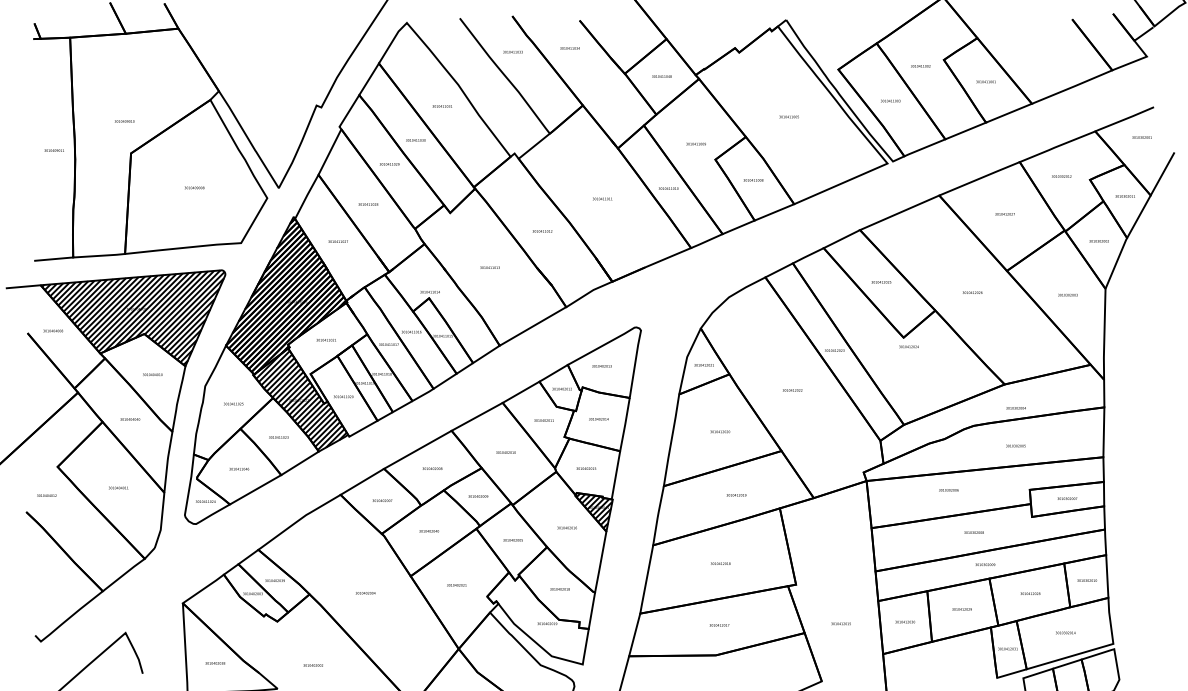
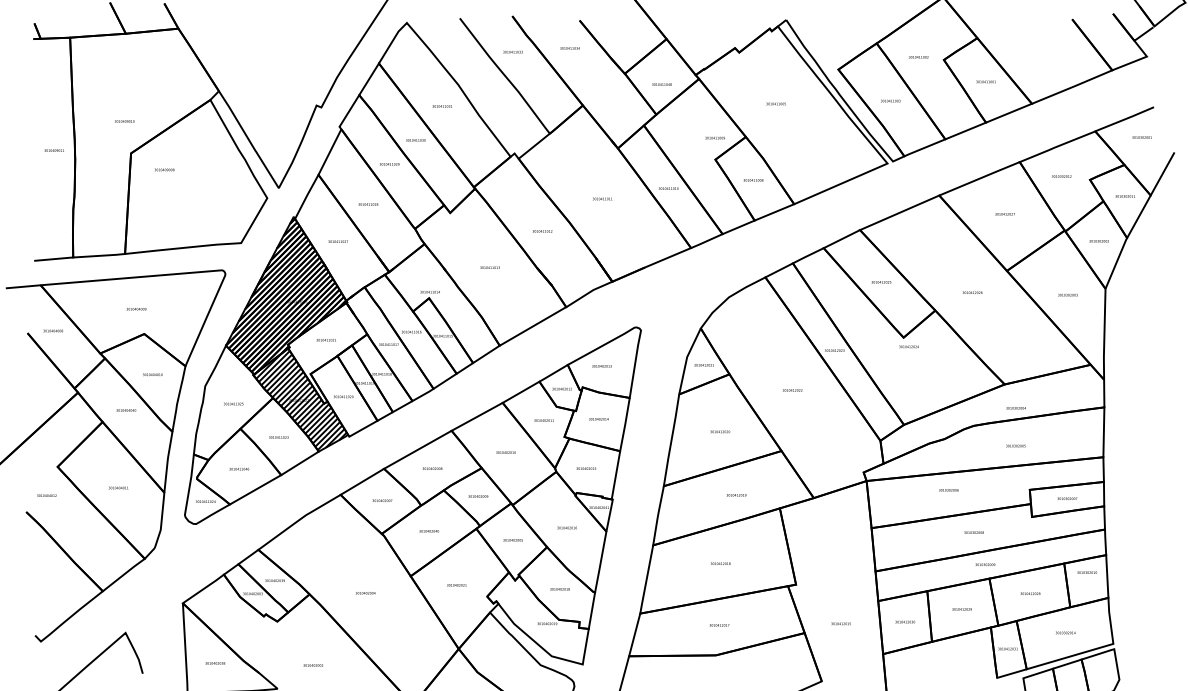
text at (920, 66) position: (920, 66) -> (918, 57)
text at (661, 76) position: (661, 76) -> (661, 84)
text at (788, 116) position: (788, 116) -> (775, 103)
text at (695, 143) position: (695, 143) -> (714, 137)
text at (194, 187) position: (194, 187) -> (164, 169)
hatch at (133, 317): present -> none
text at (130, 419) position: (130, 419) -> (126, 410)
hatch at (594, 512): present -> none
text at (1086, 580) position: (1086, 580) -> (1086, 572)
